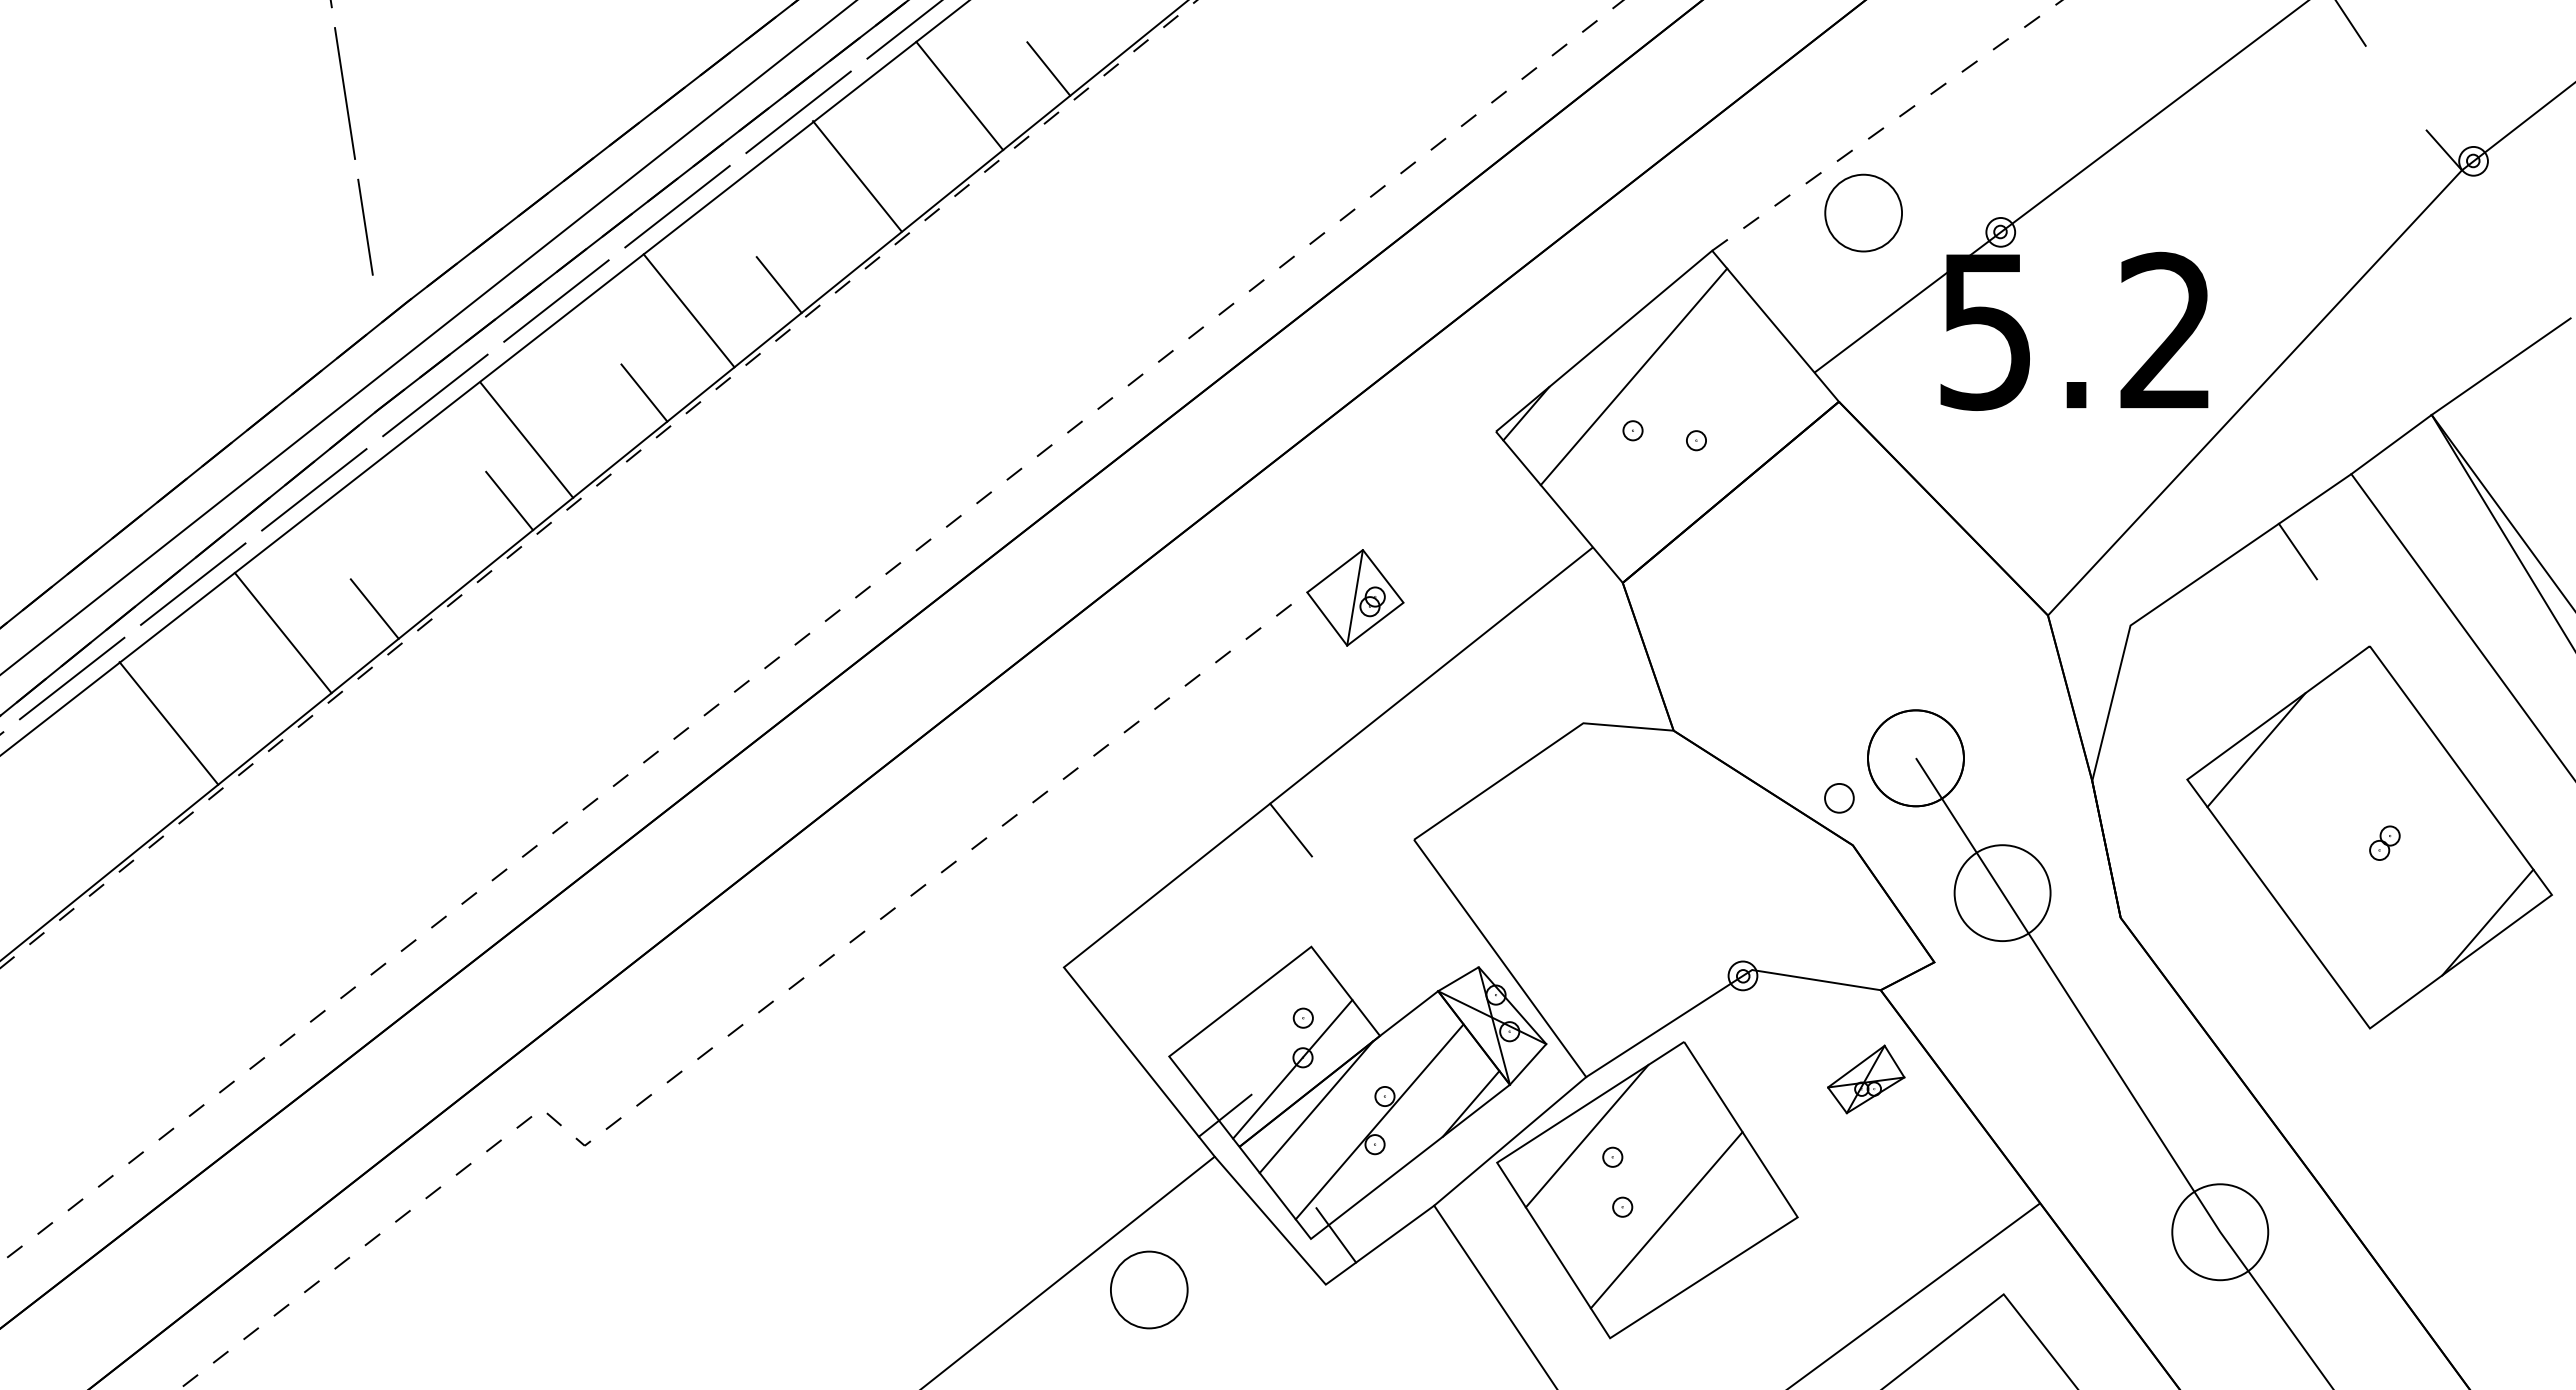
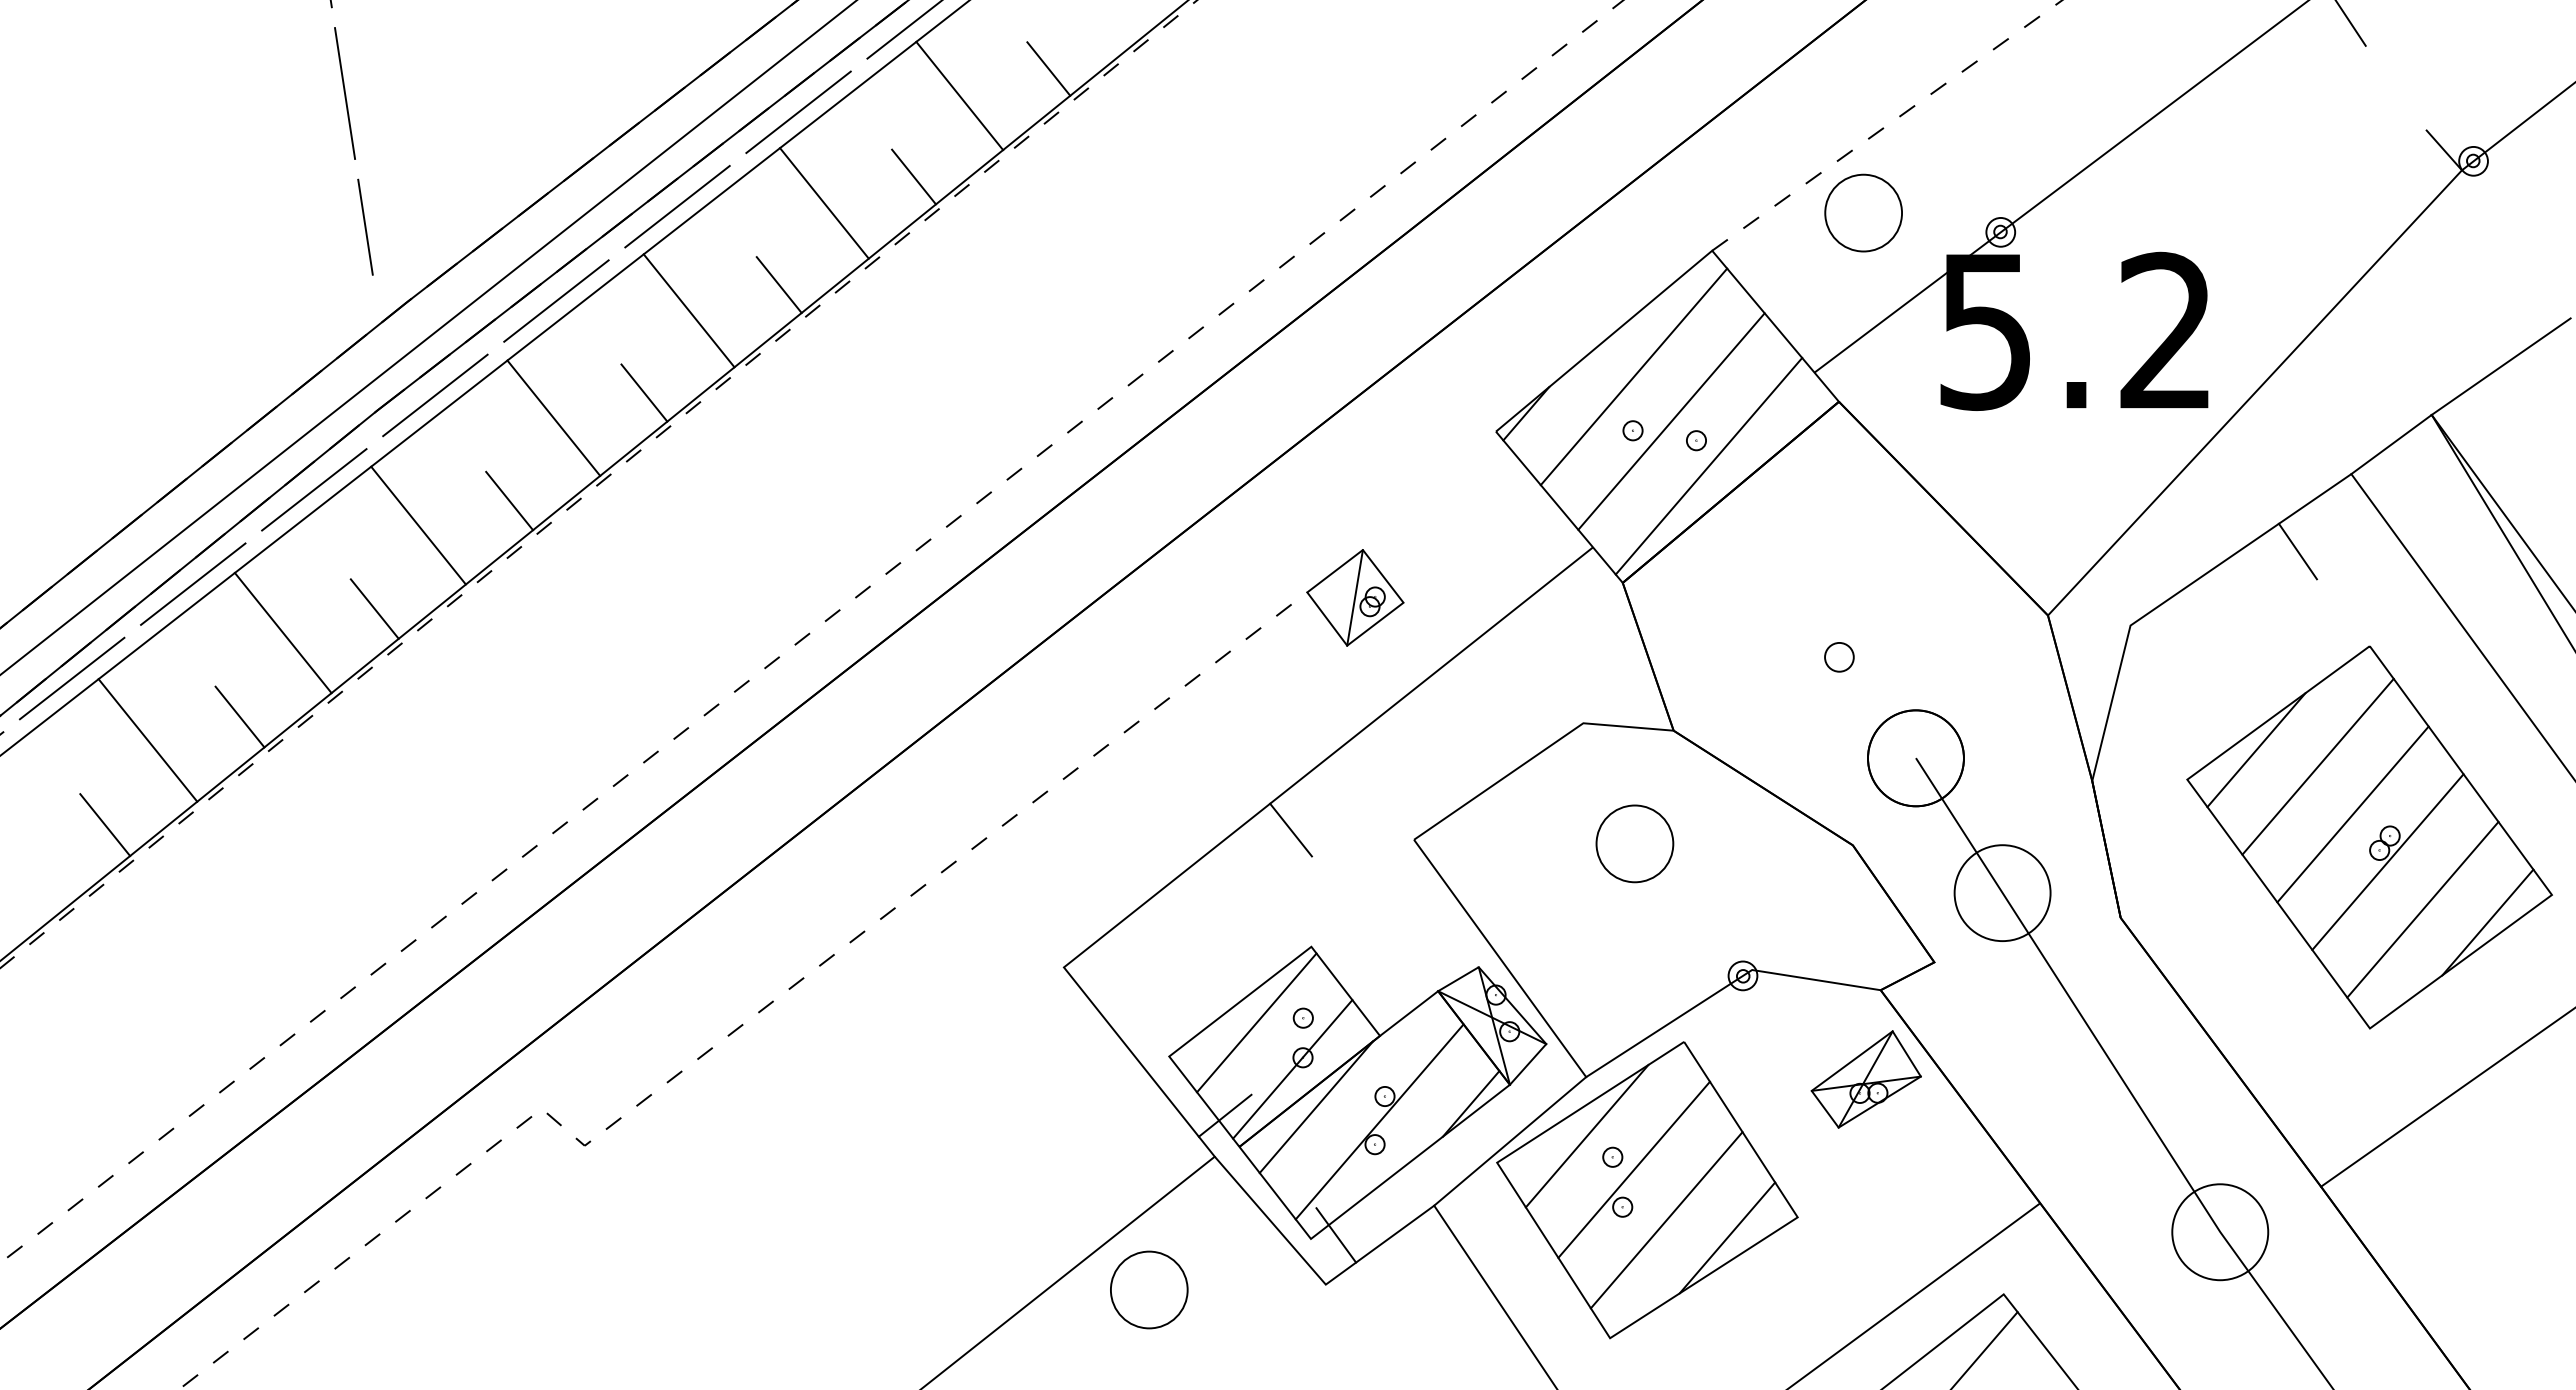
line at (857, 176) position: (857, 176) -> (824, 203)
line at (913, 176): none -> present
line at (1671, 421): none -> present
line at (526, 439) position: (526, 439) -> (553, 417)
line at (1708, 465): none -> present
line at (418, 525): none -> present
line at (239, 716): none -> present
line at (168, 723) position: (168, 723) -> (147, 740)
line at (2317, 766): none -> present
part at (1839, 798) position: (1839, 798) -> (1839, 657)
line at (2352, 814): none -> present
line at (105, 825): none -> present
part at (1634, 843): none -> present
line at (2387, 861): none -> present
line at (2422, 909): none -> present
line at (1256, 1022): none -> present
part at (1866, 1079) size: 79x71 px -> 112x99 px
line at (2446, 1097): none -> present
line at (1633, 1169): none -> present
line at (1727, 1237): none -> present
line at (1985, 1349): none -> present
